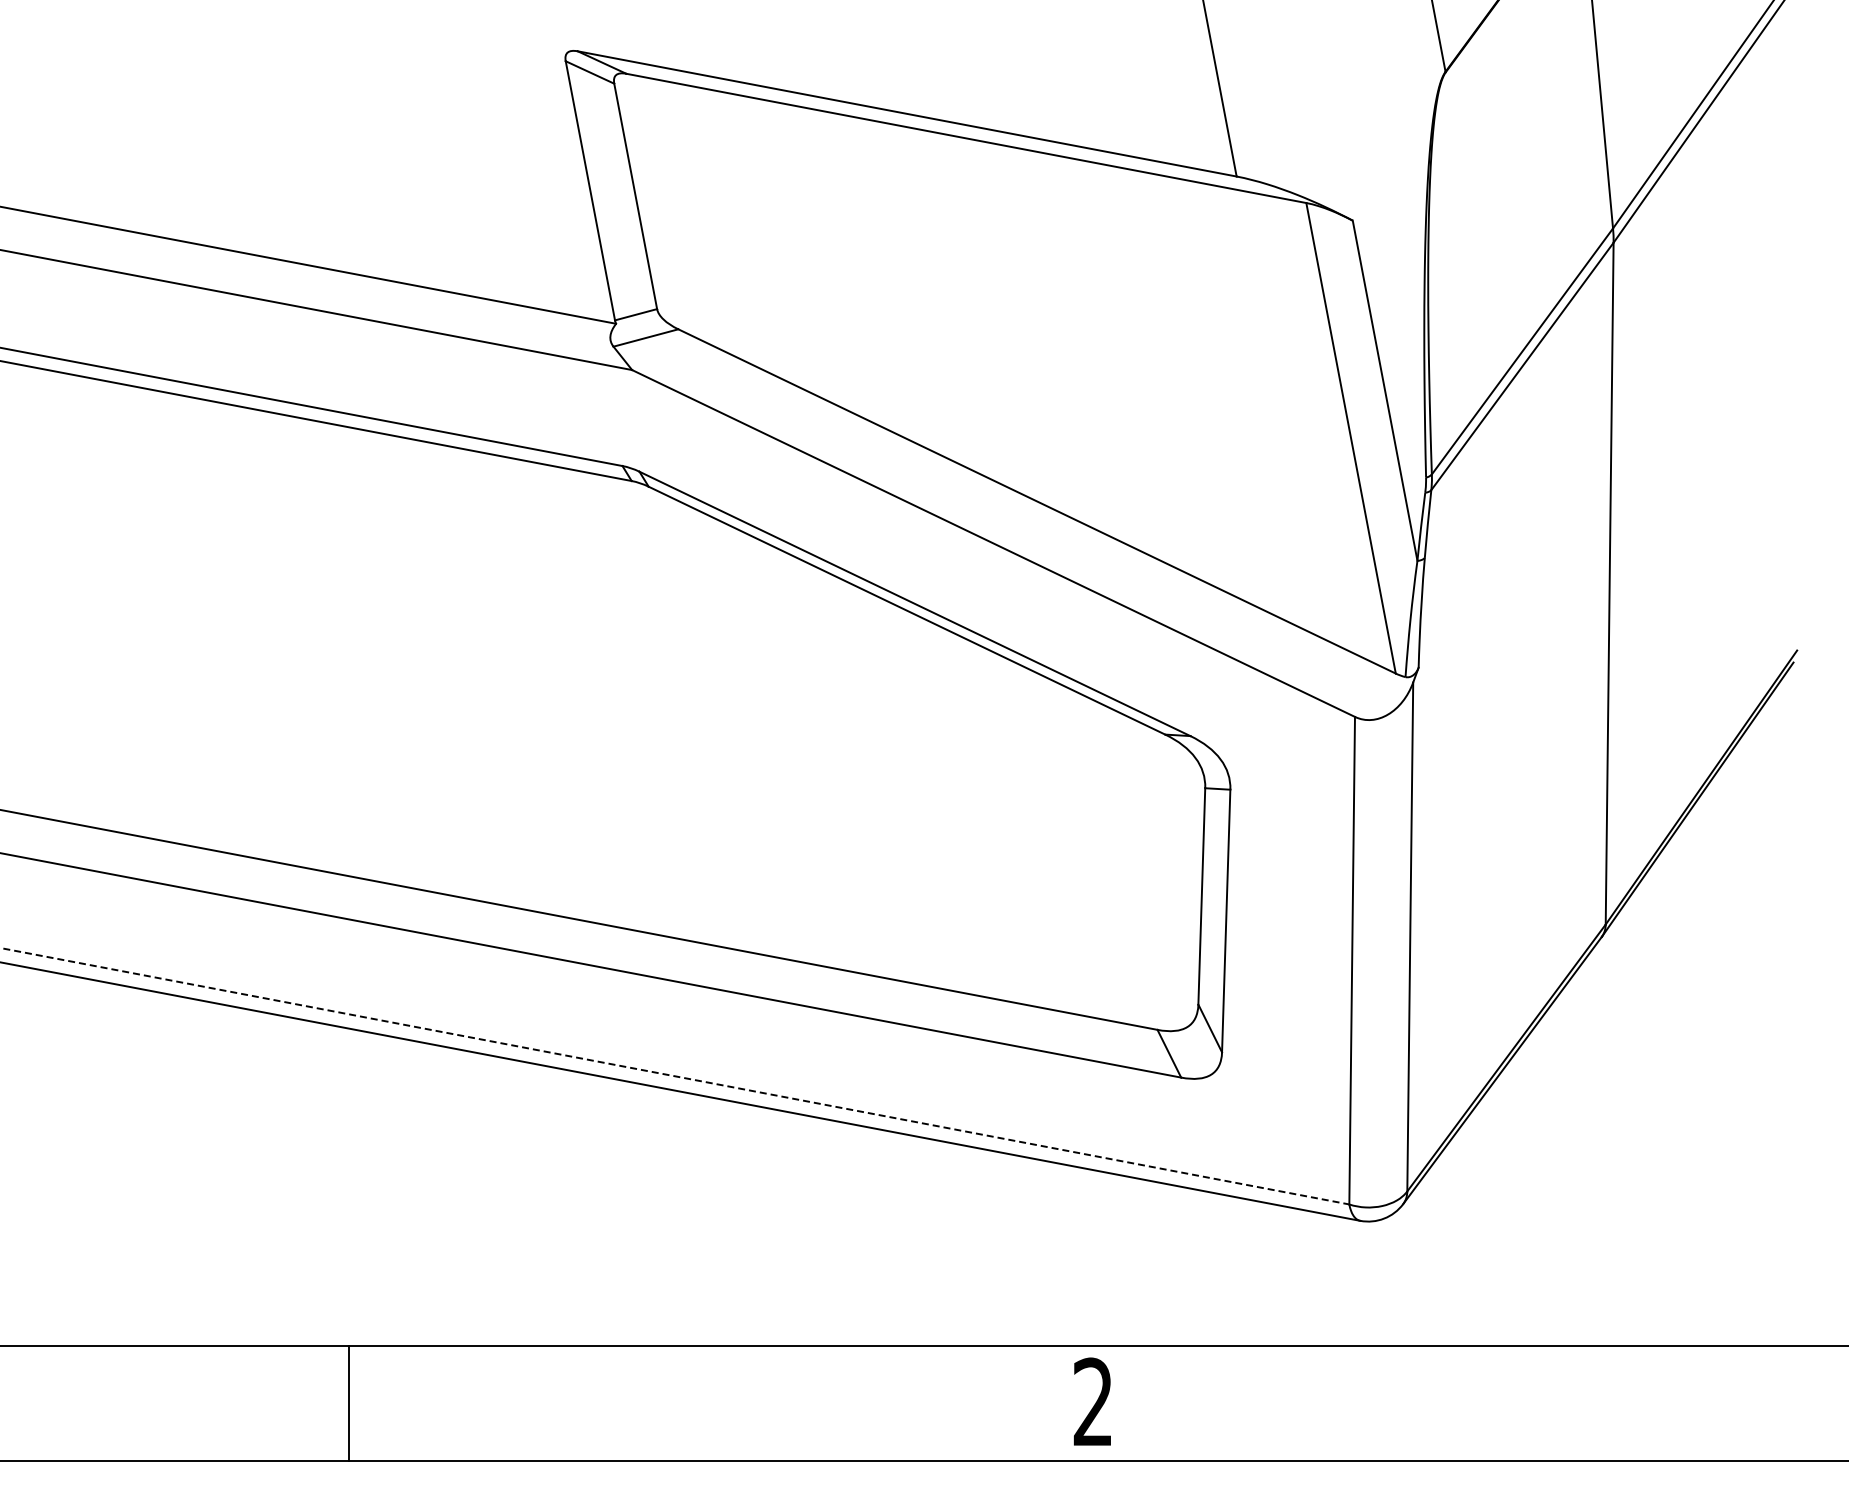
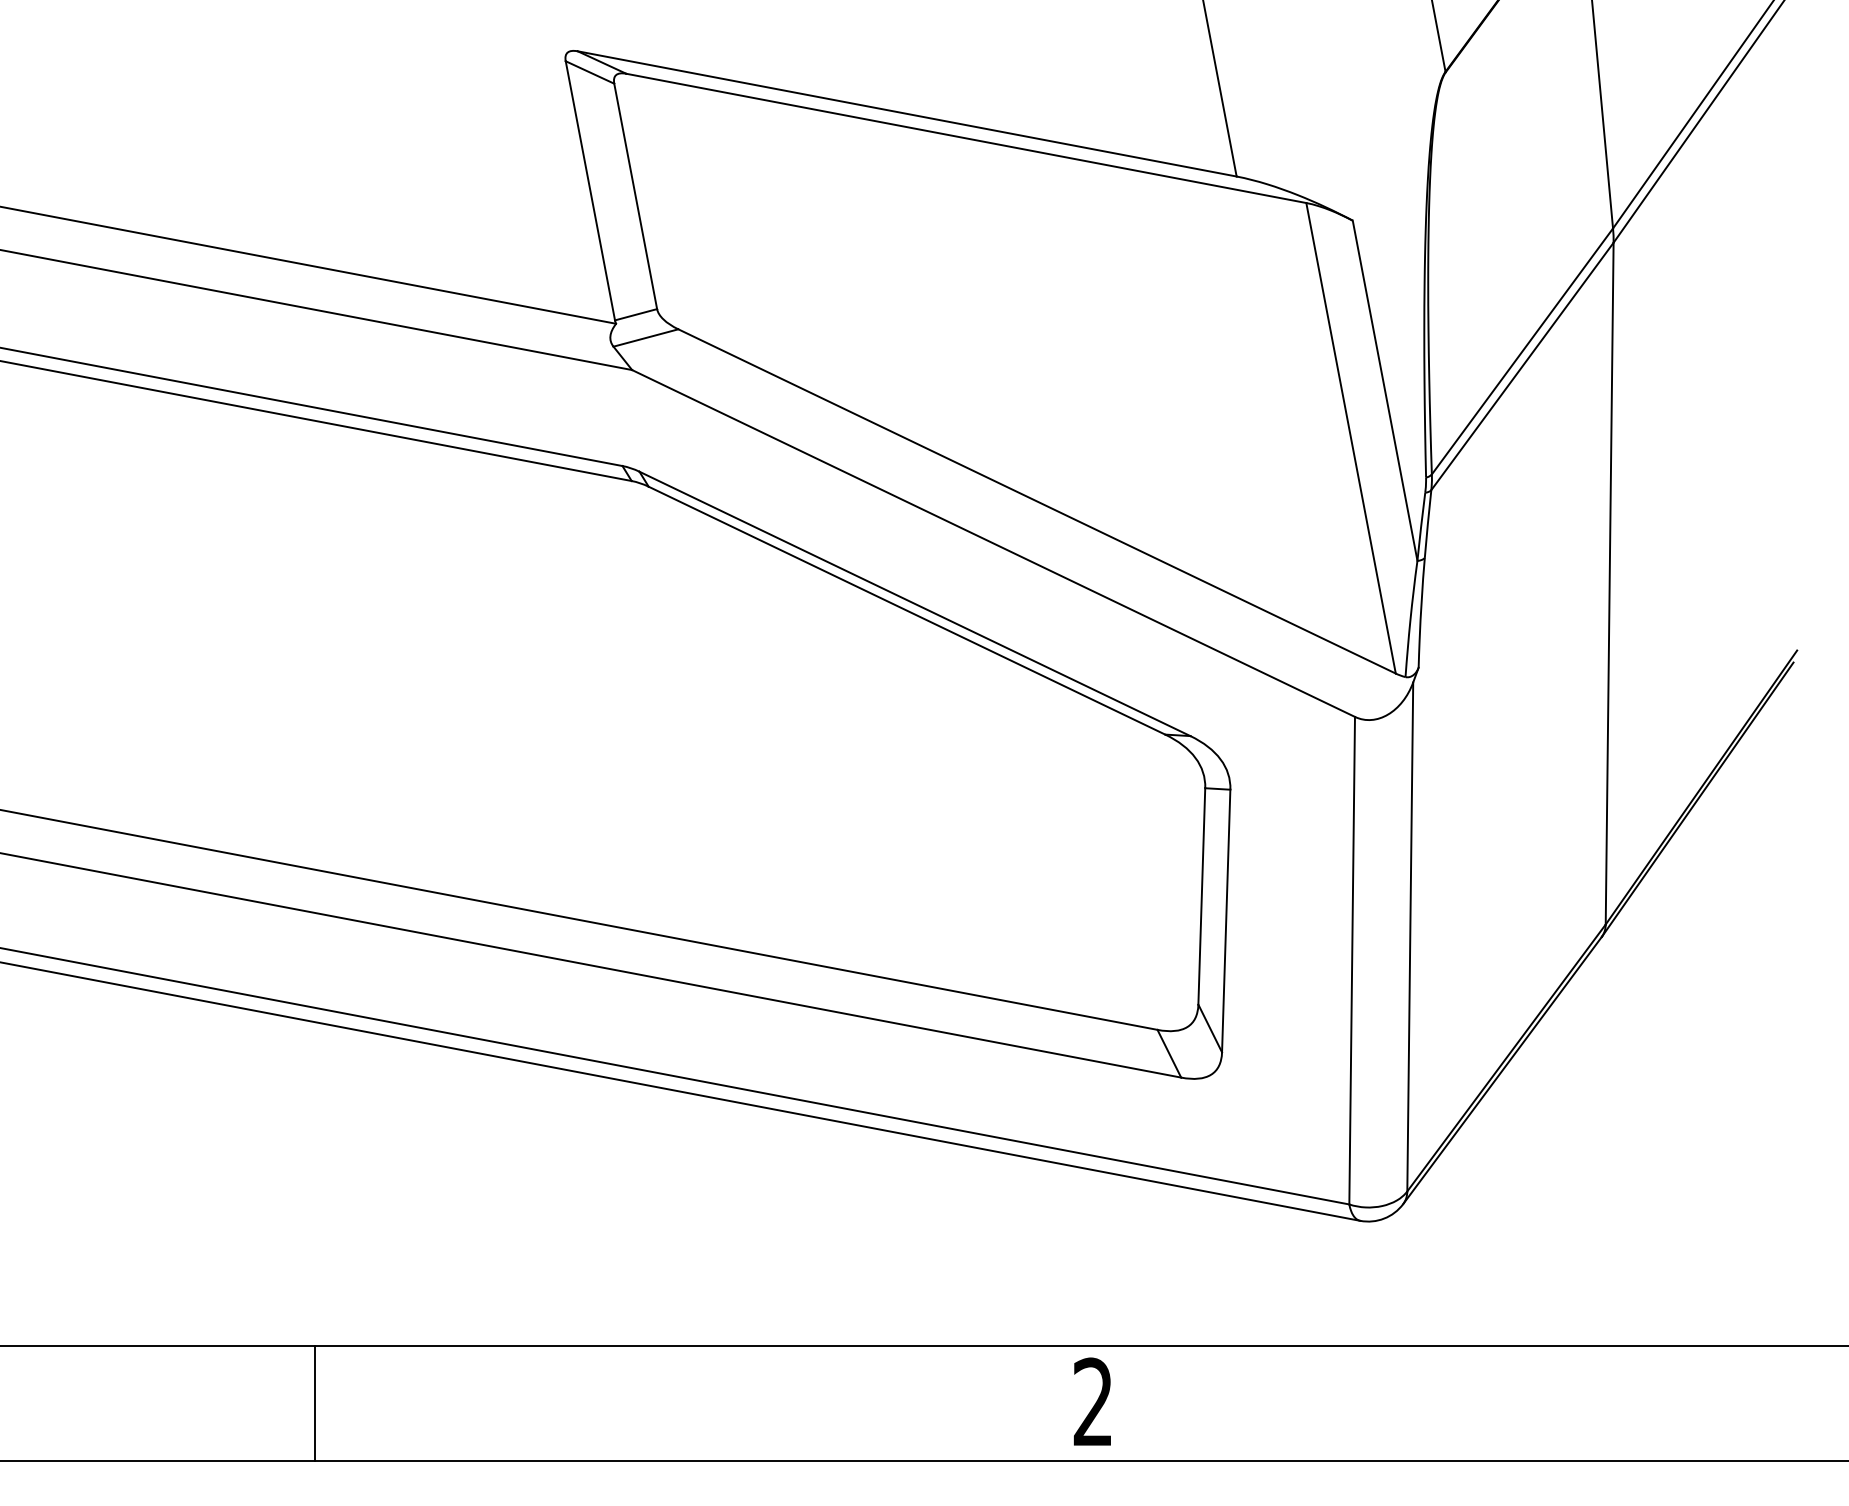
line at (674, 1076): dashed -> solid
line at (348, 1403) position: (348, 1403) -> (314, 1403)
